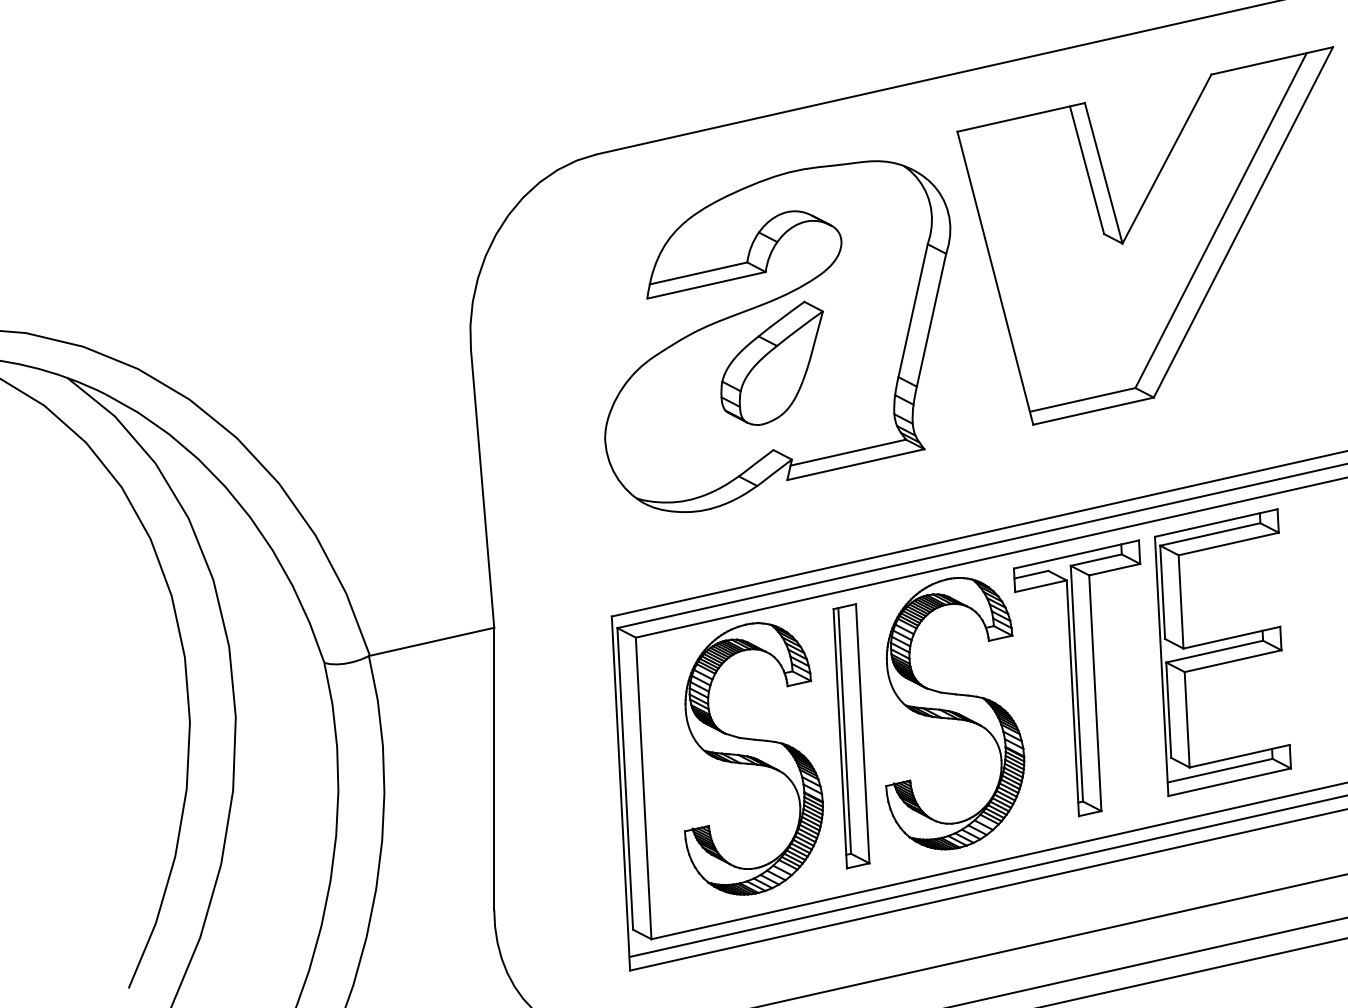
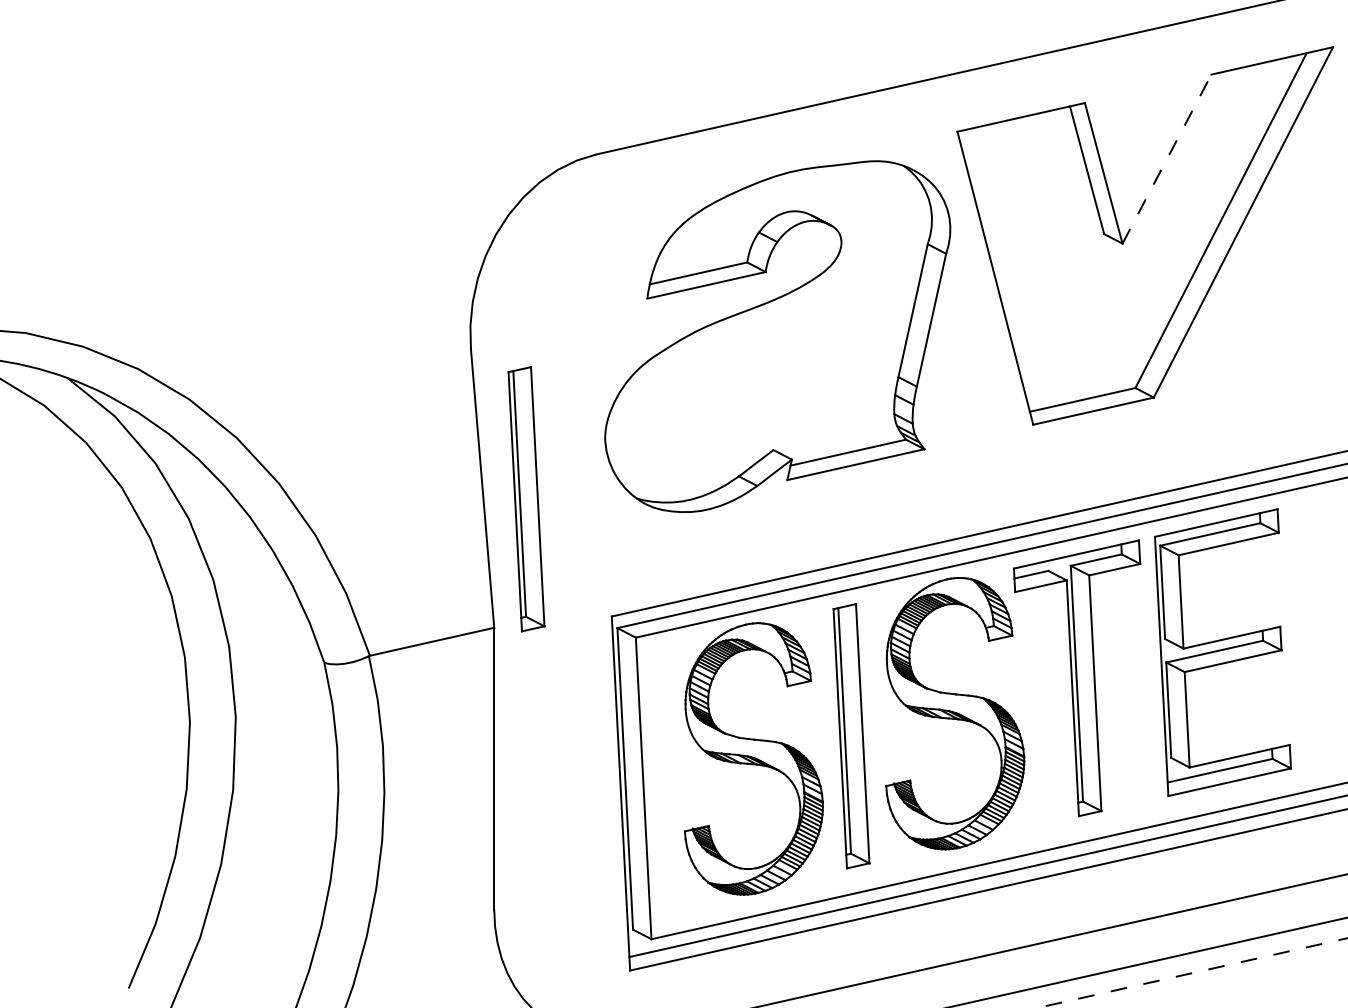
line at (1167, 158): solid -> dashed
part at (771, 362): present -> none
part at (526, 499): none -> present
line at (1192, 973): solid -> dashed
